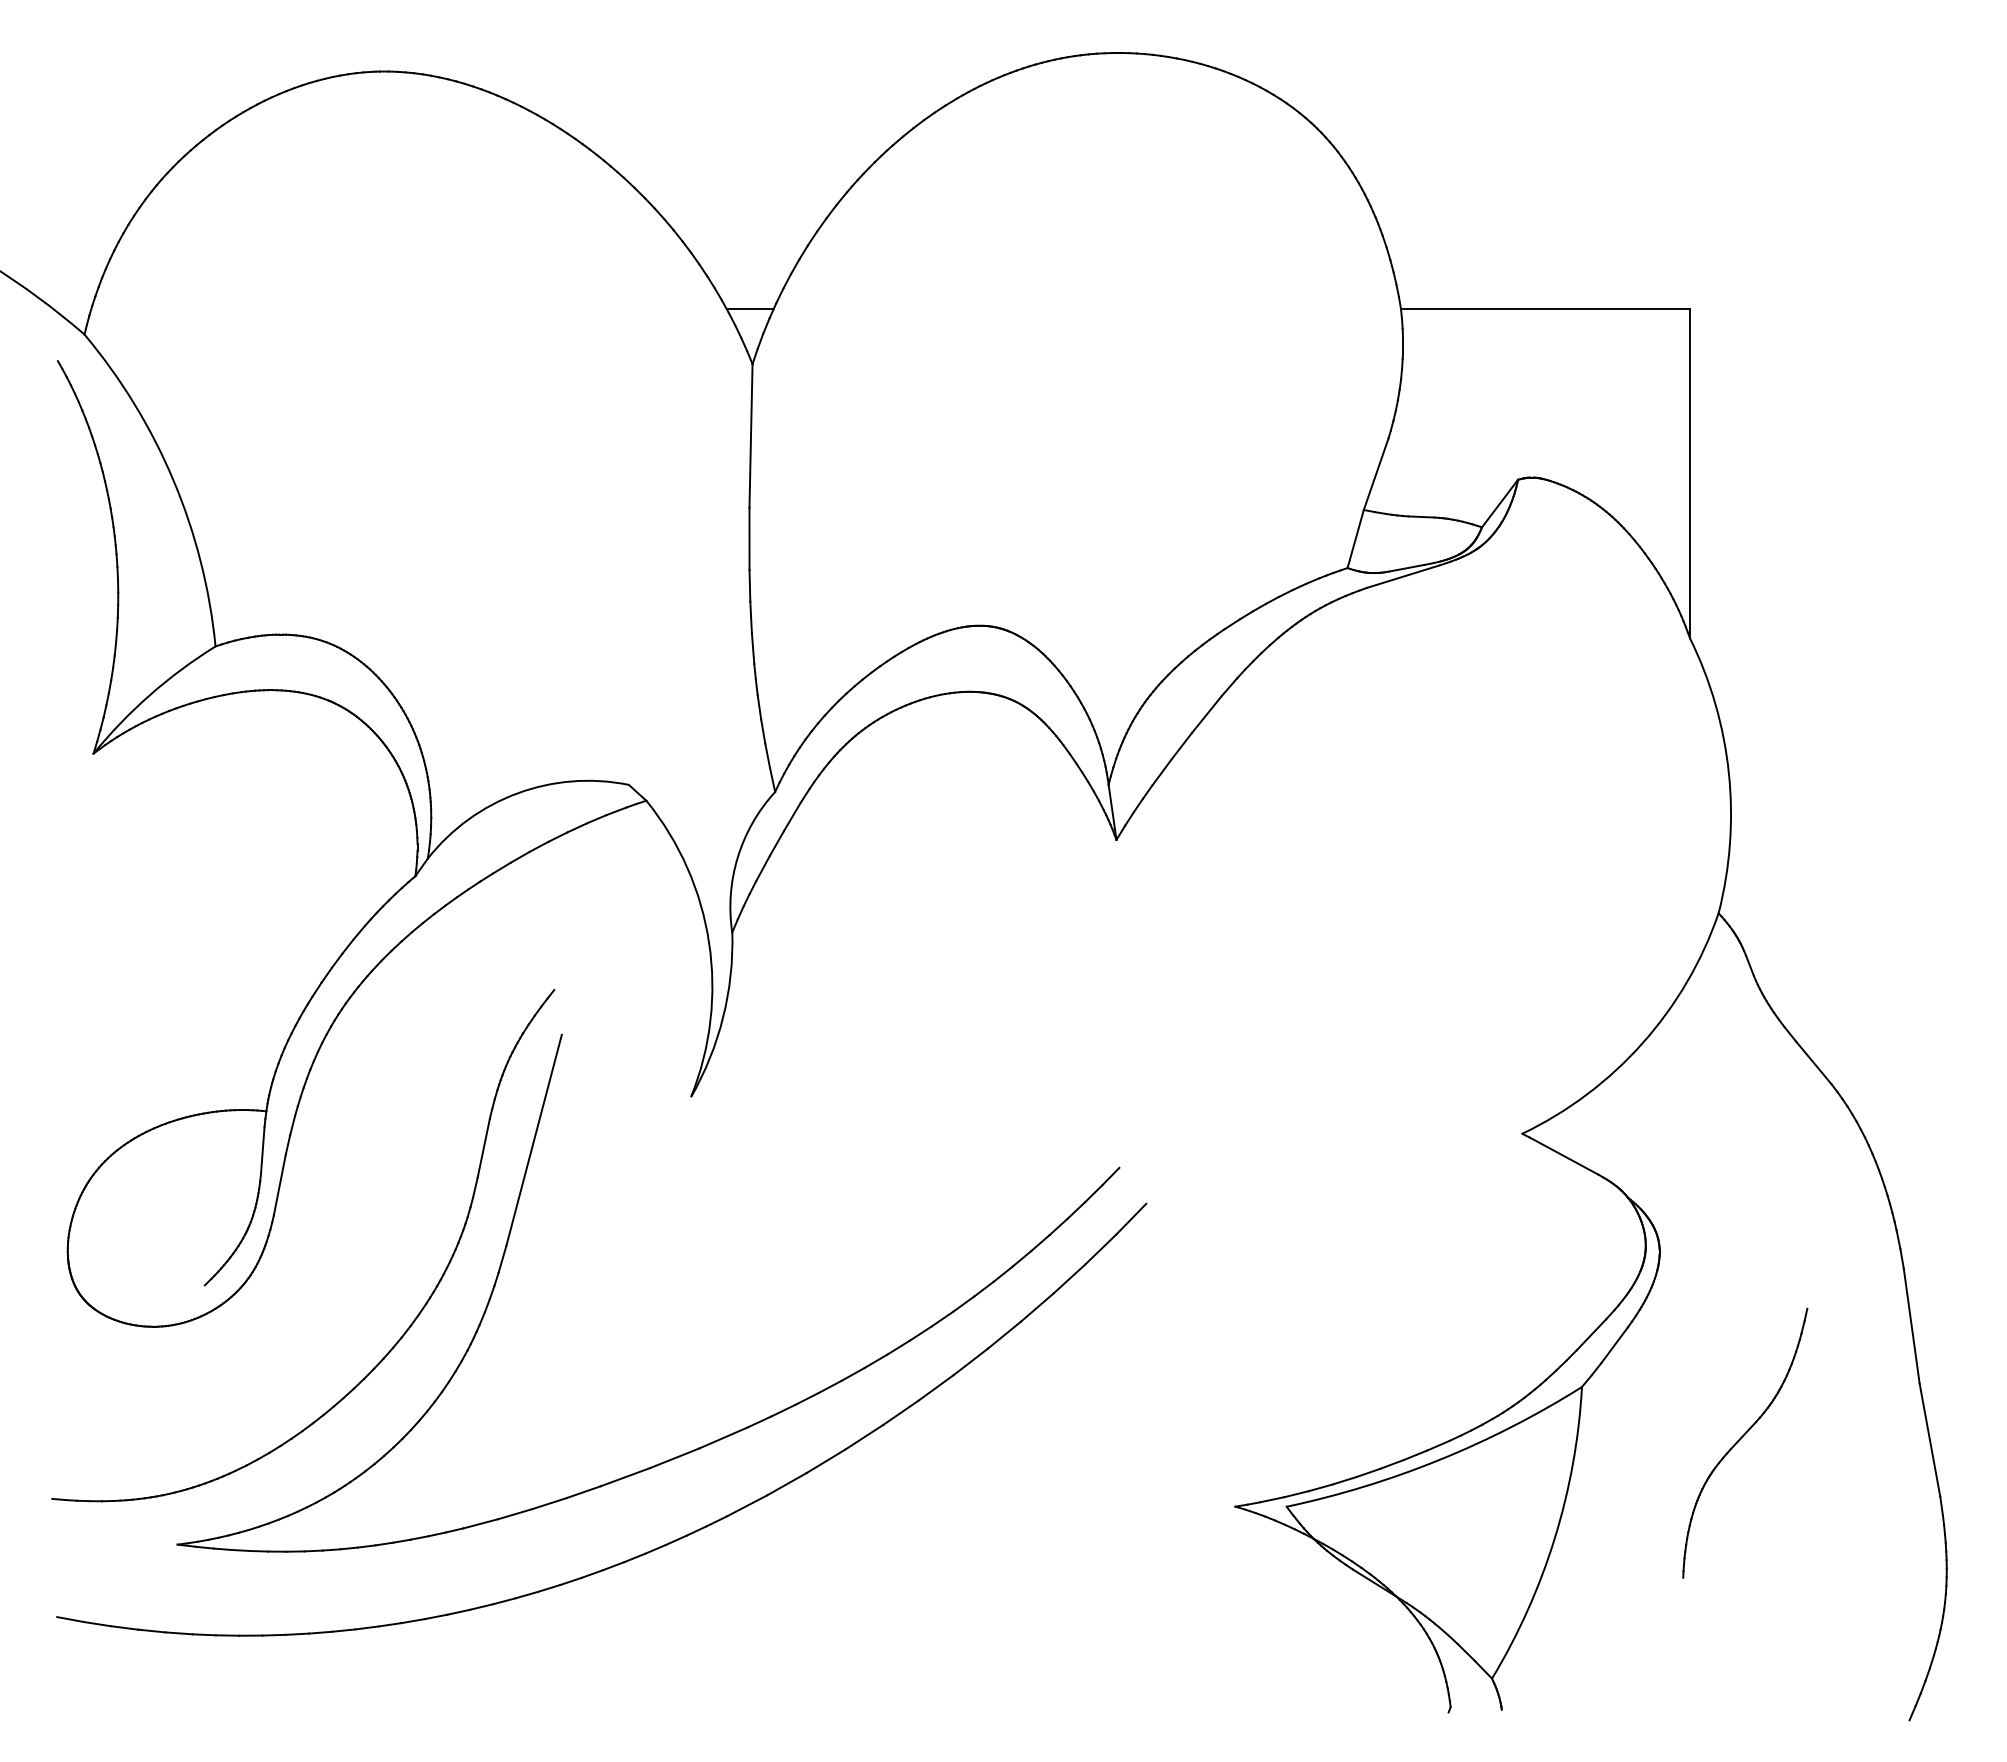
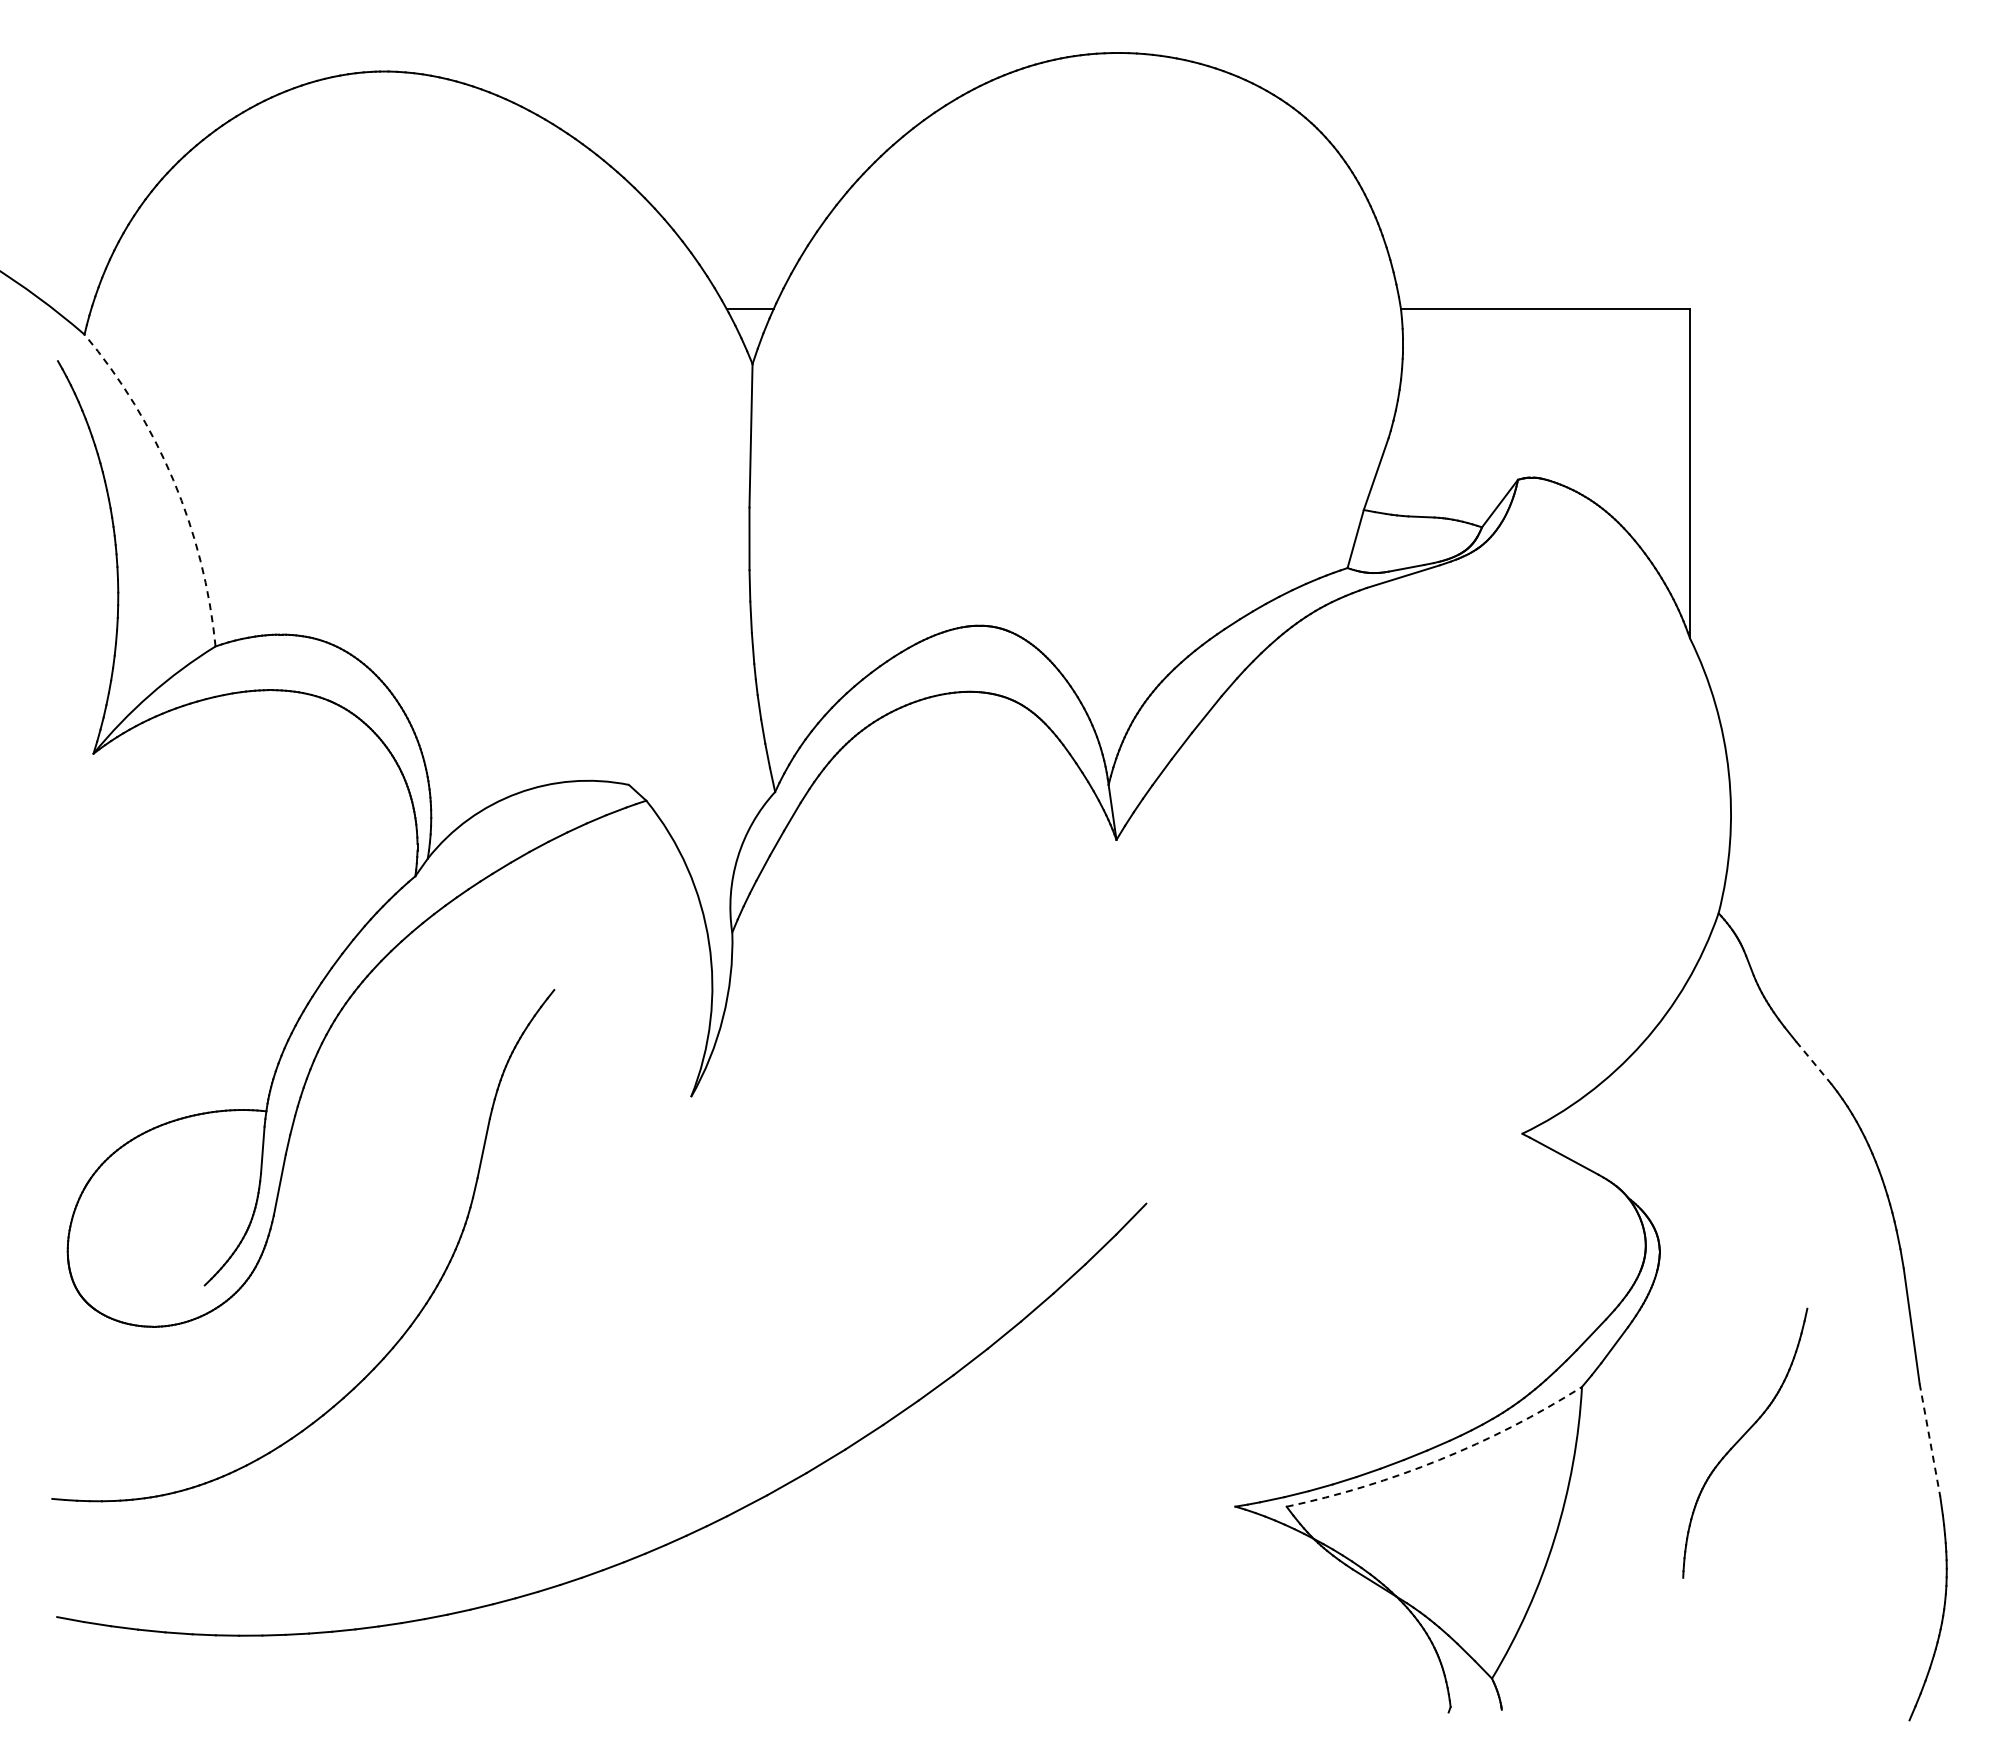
arc at (173, 480): solid -> dashed
line at (1813, 1062): solid -> dashed
part at (505, 1253): present -> none
line at (1930, 1440): solid -> dashed
arc at (1439, 1459): solid -> dashed
